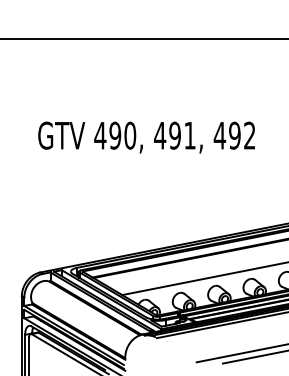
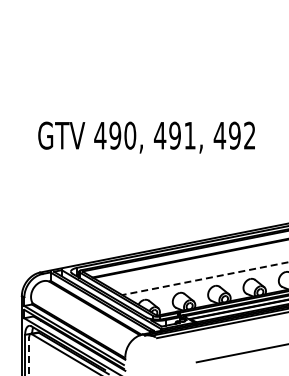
line at (143, 38): present -> none
line at (205, 278): solid -> dashed
line at (29, 356): solid -> dashed
line at (253, 357): present -> none
